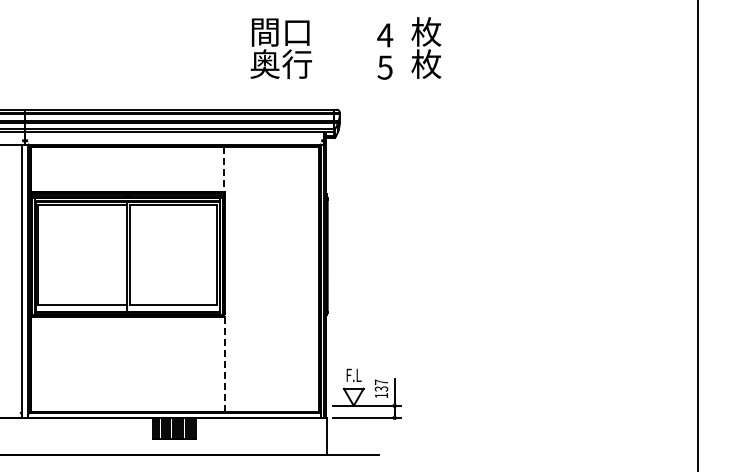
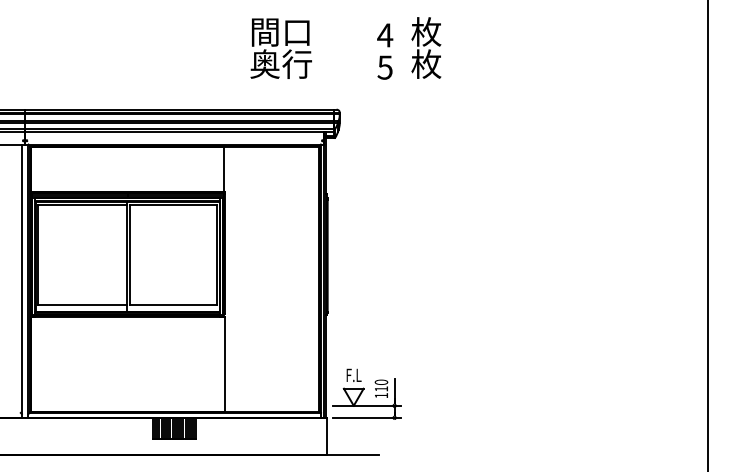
line at (224, 169): dashed -> solid
line at (698, 235) position: (698, 235) -> (708, 235)
line at (224, 364): dashed -> solid
text at (381, 385): 137 -> 110
